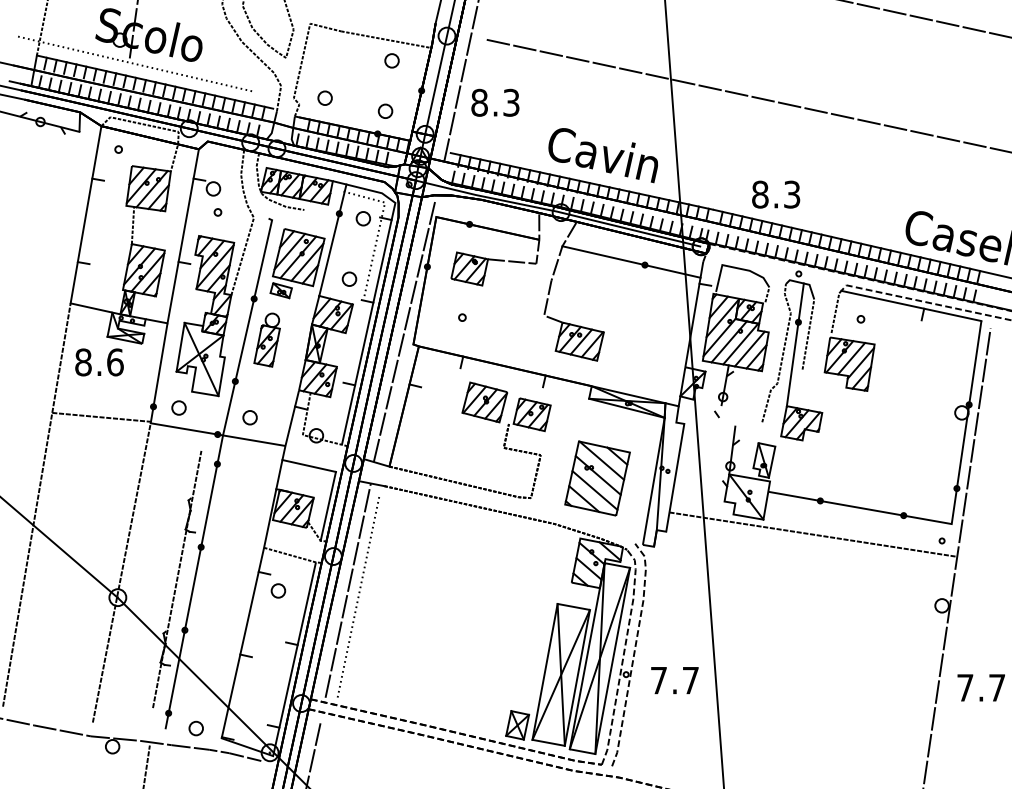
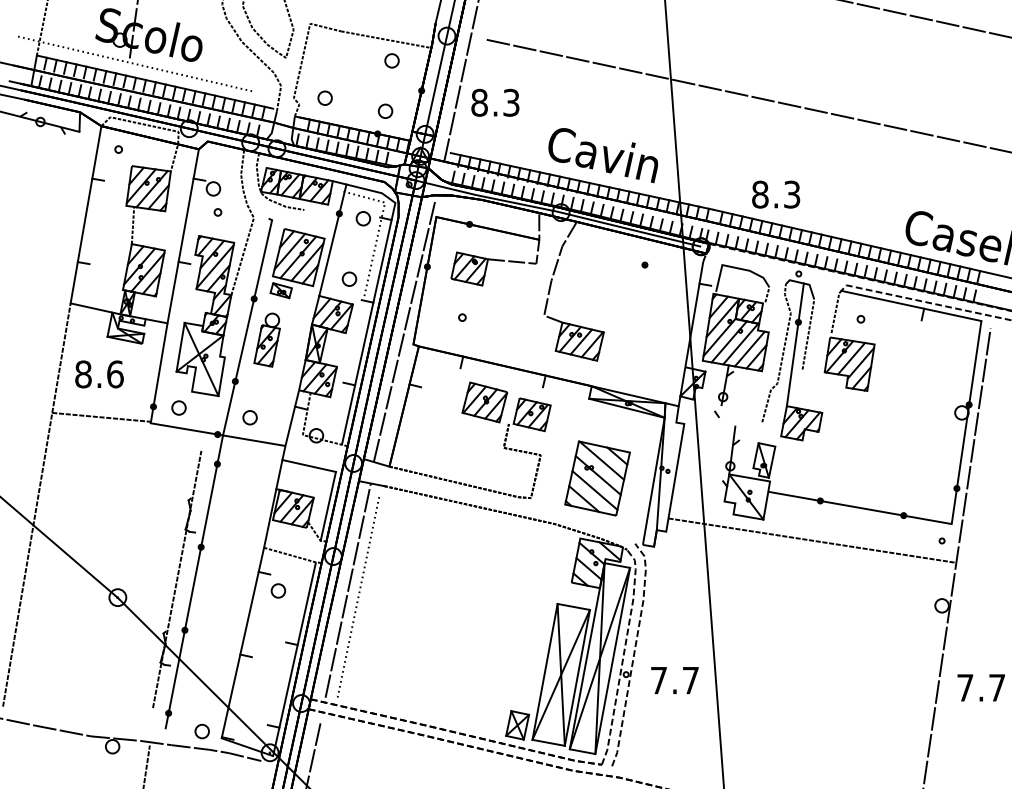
line at (631, 261): present -> none
text at (99, 362) position: (99, 362) -> (99, 374)
line at (813, 534) position: (813, 534) -> (812, 540)
line at (121, 572): present -> none
part at (195, 728) position: (195, 728) -> (201, 731)
